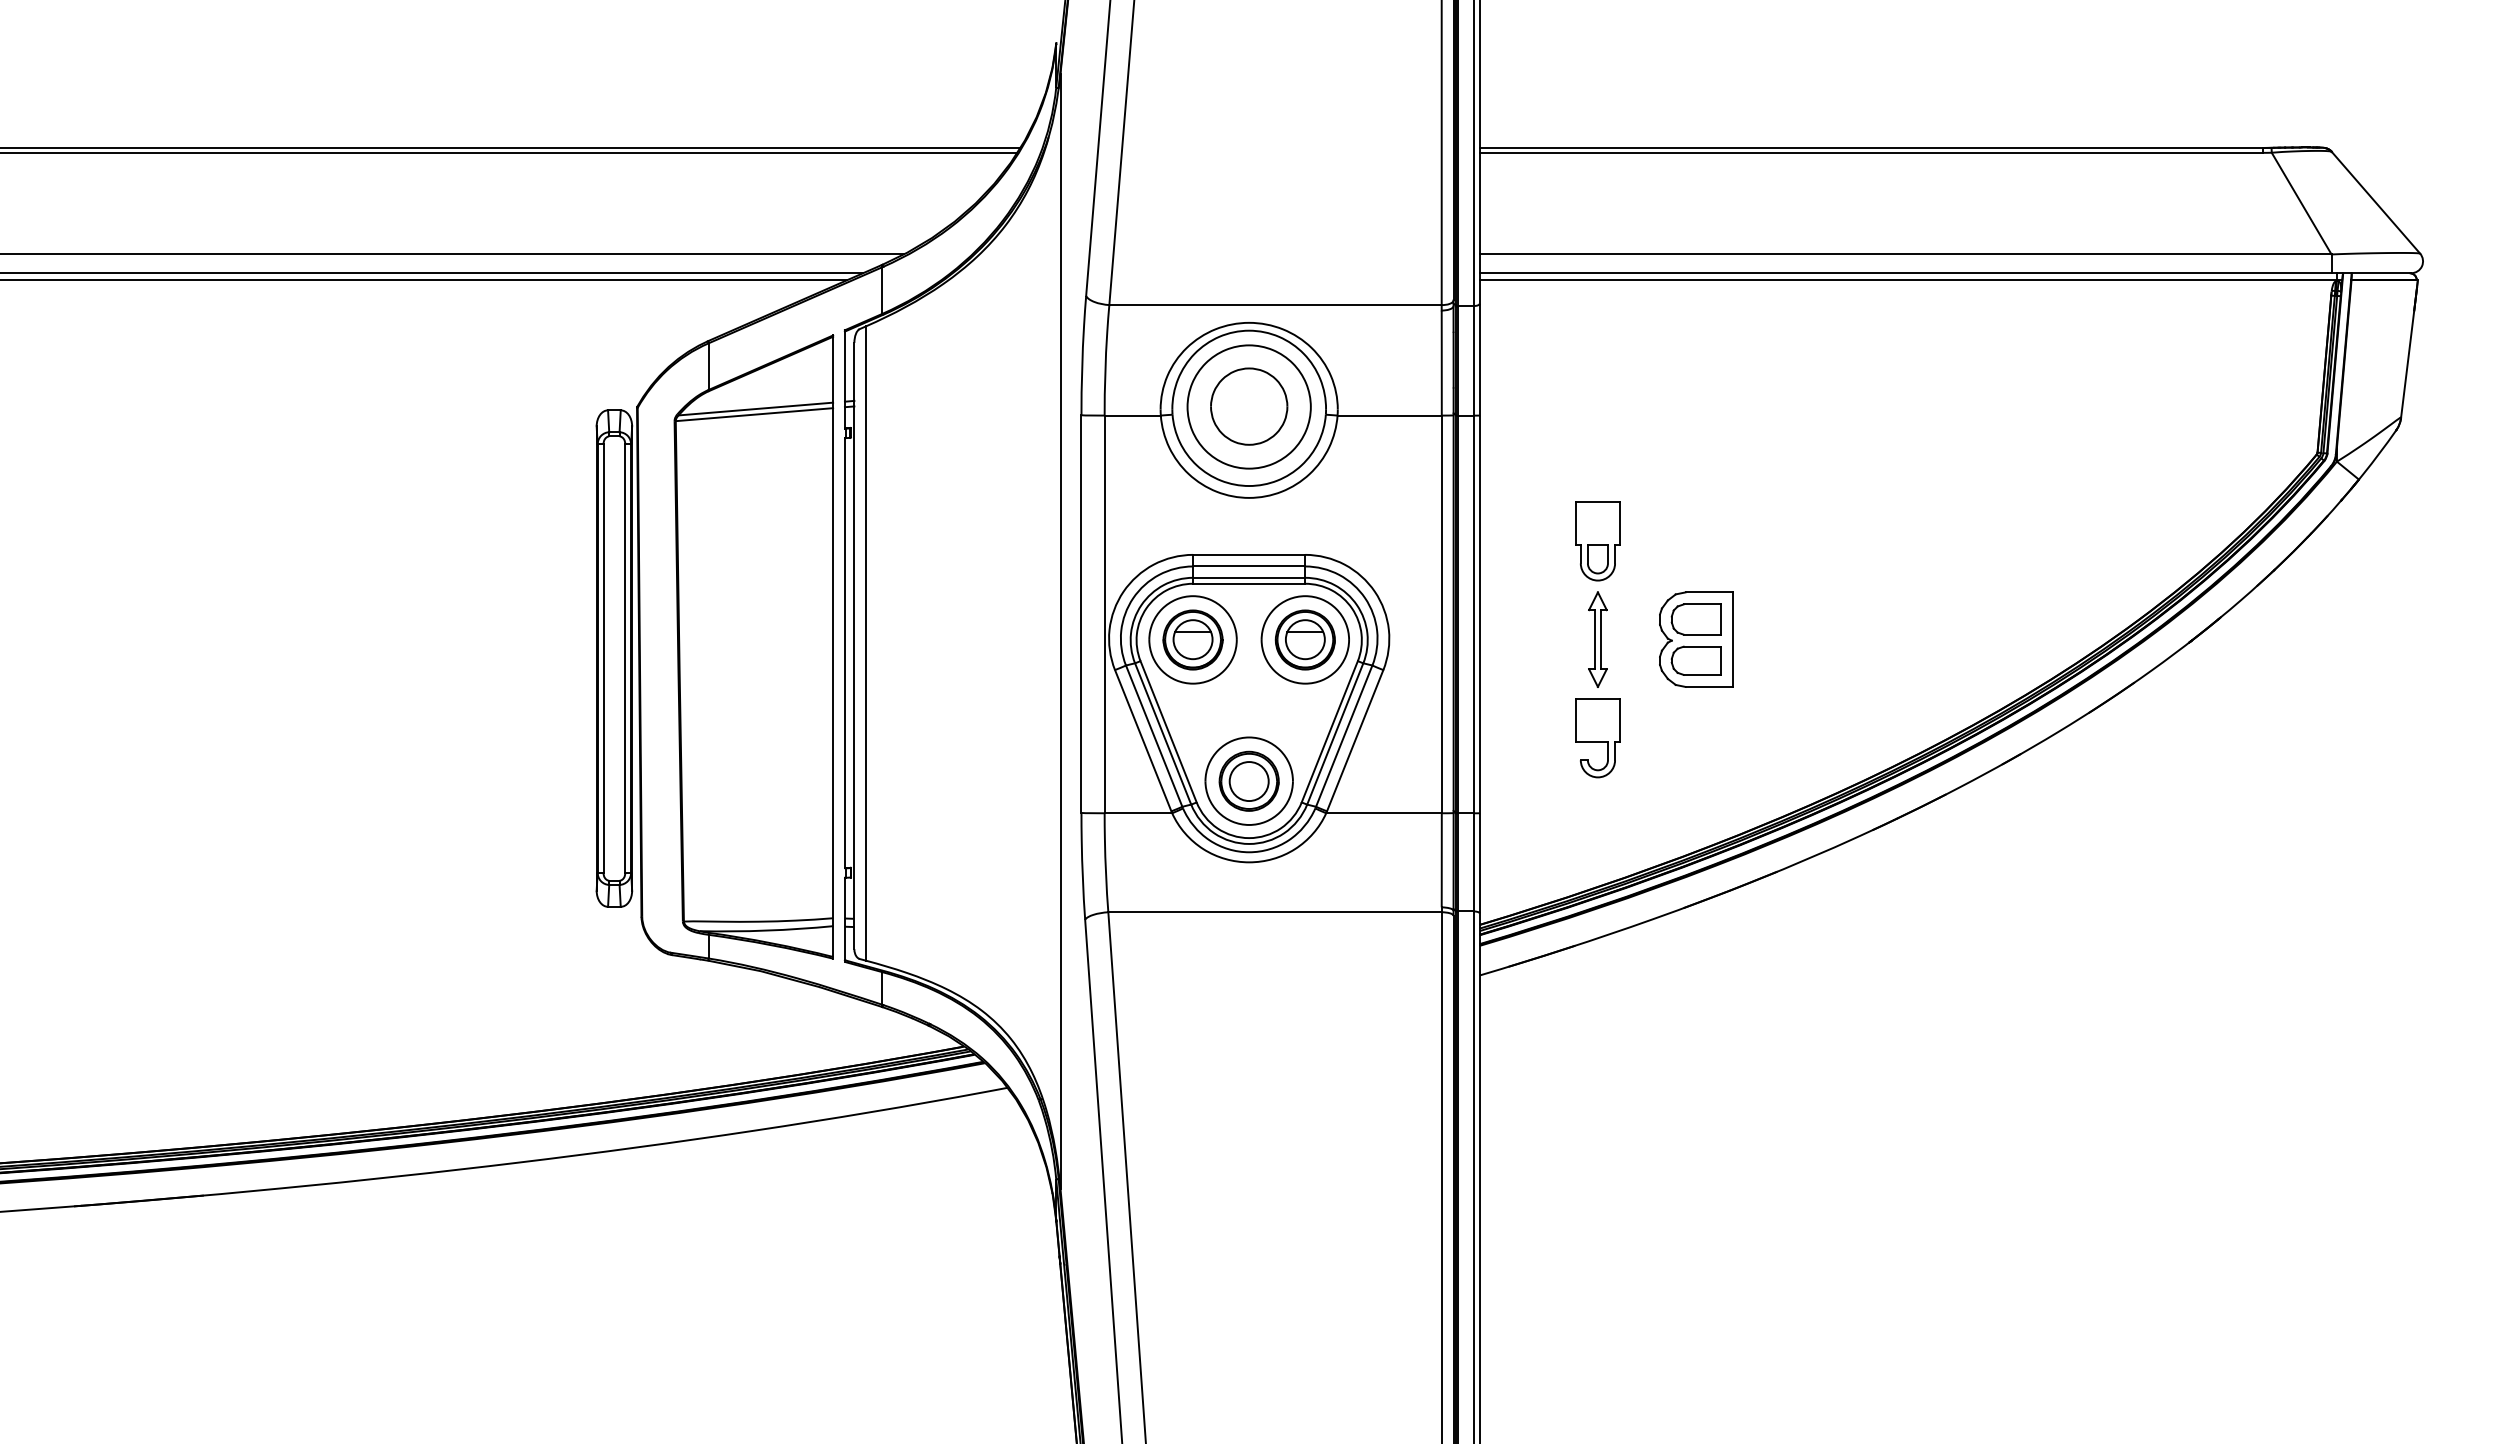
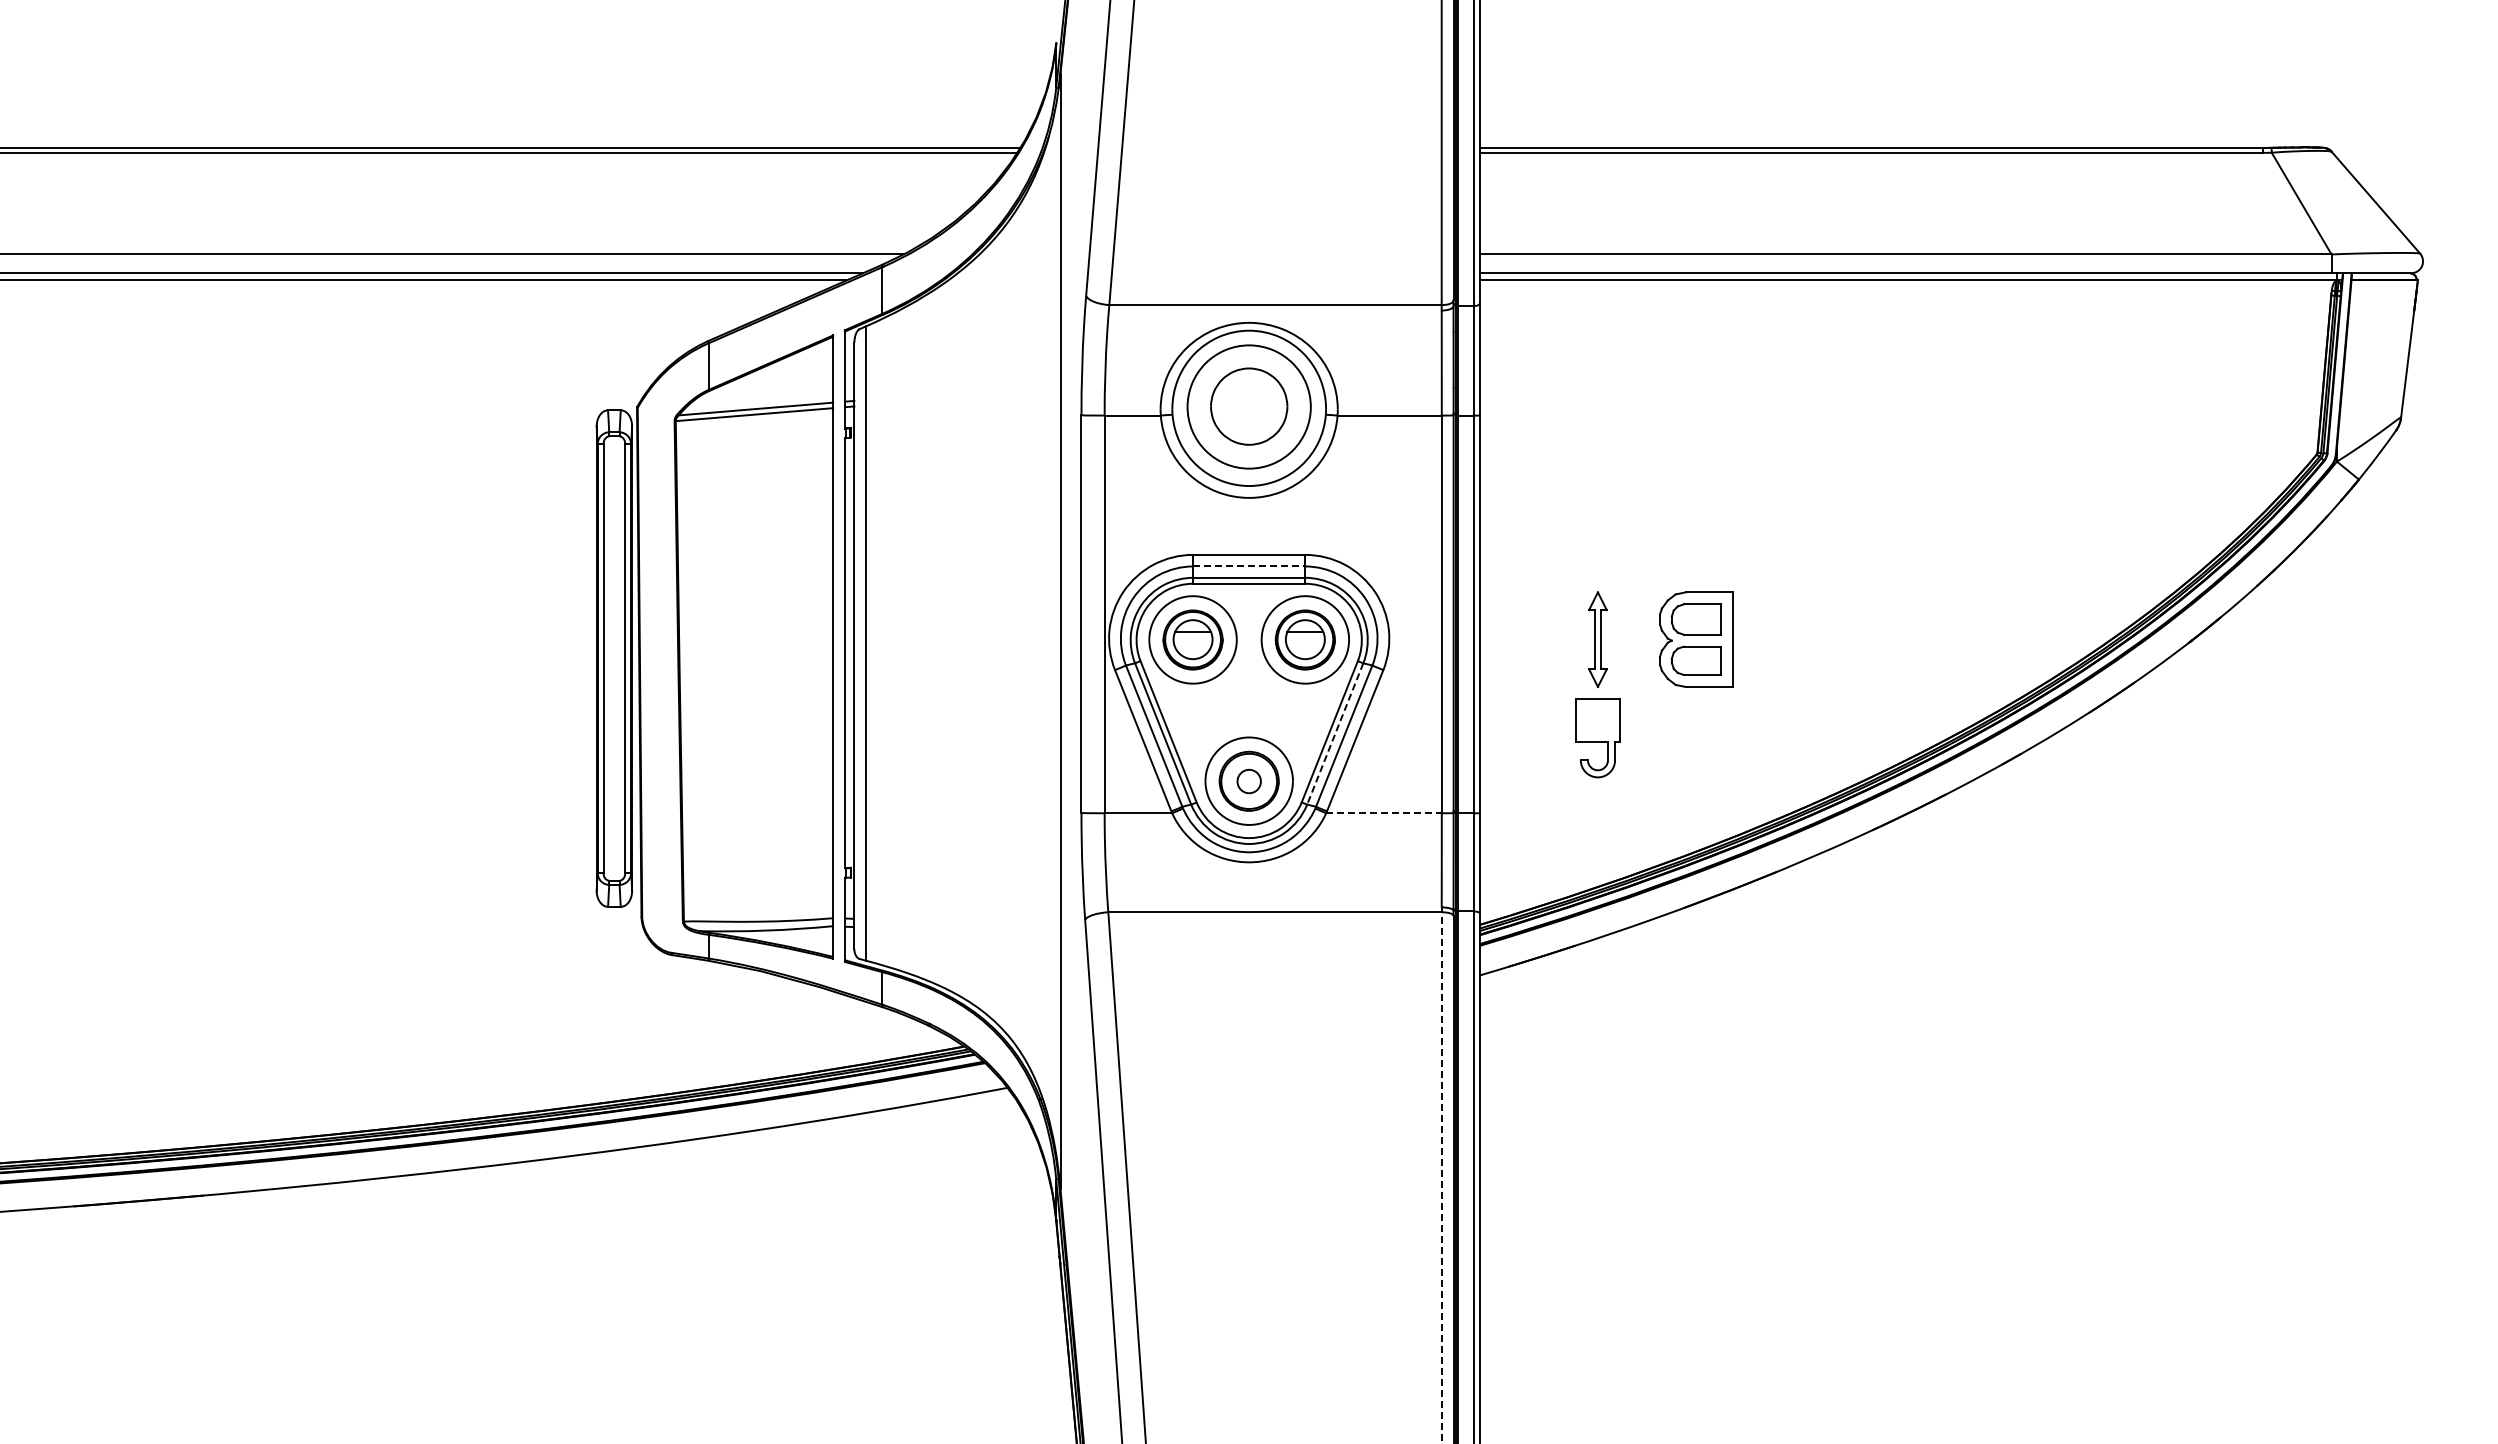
part at (1597, 541): present -> none
line at (1249, 566): solid -> dashed
line at (1335, 734): solid -> dashed
circle at (1248, 781) diameter: 39 px -> 23 px
line at (1384, 813): solid -> dashed
line at (1441, 1175): solid -> dashed
